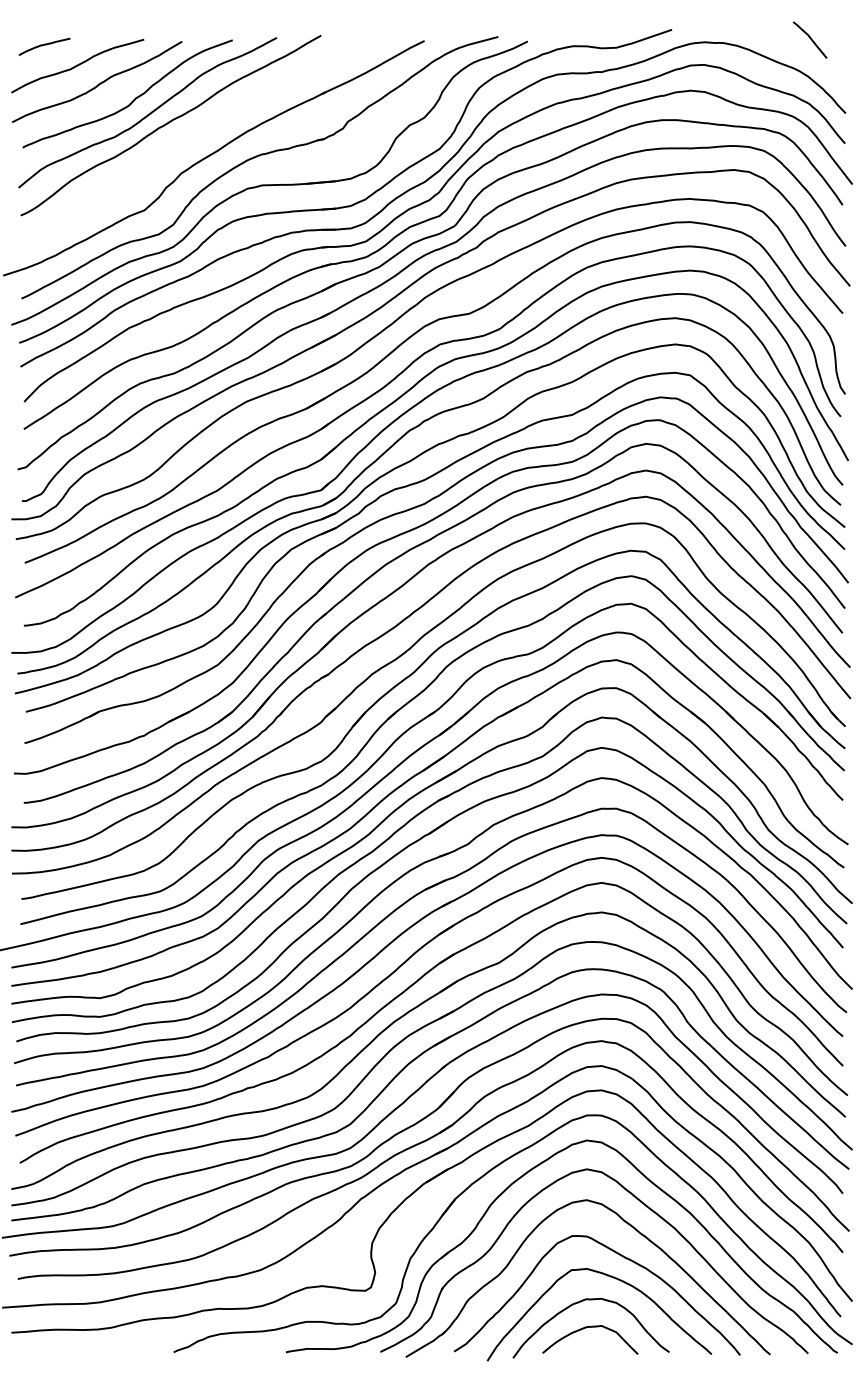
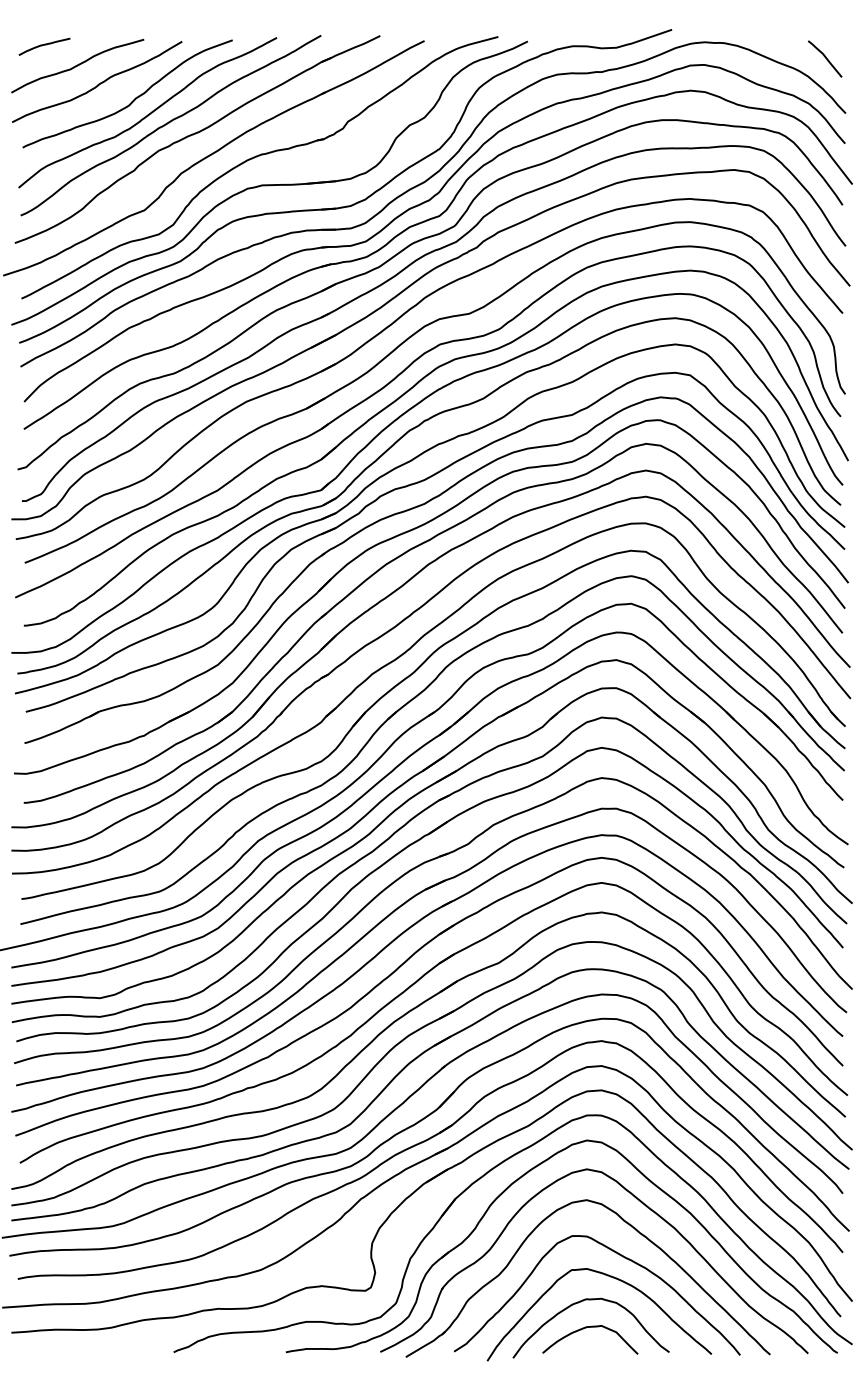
curve at (810, 39) position: (810, 39) -> (825, 58)
part at (197, 139): none -> present
